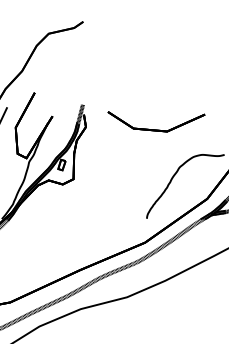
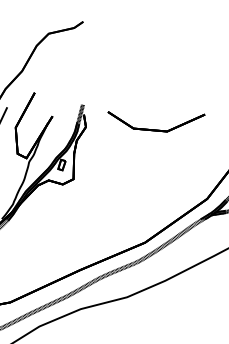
curve at (172, 180): present -> none
